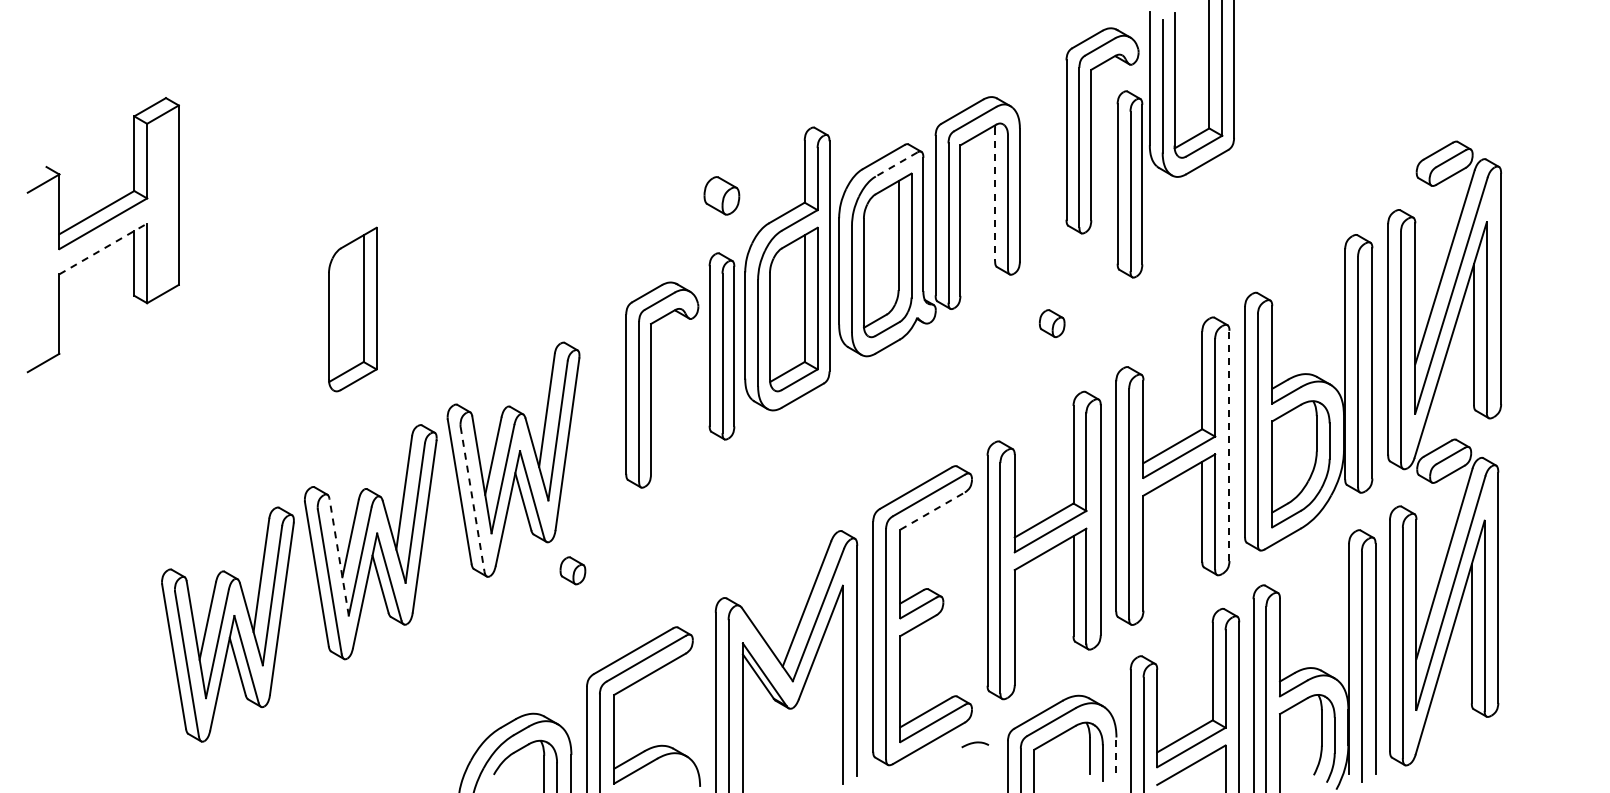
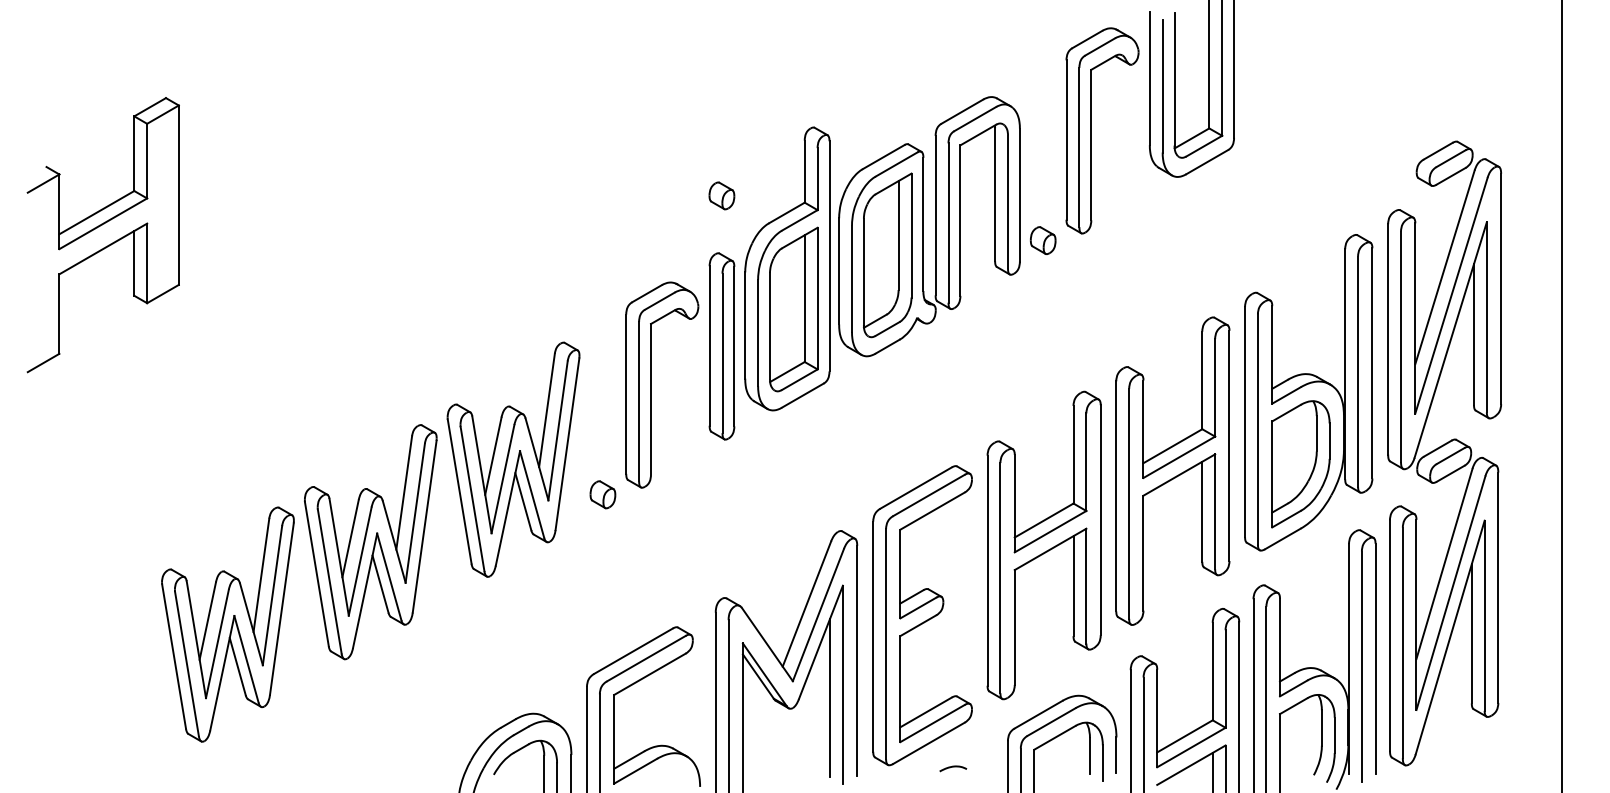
line at (896, 164): dashed -> solid
part at (1129, 184): present -> none
part at (721, 195) size: 38x40 px -> 28x30 px
line at (995, 195): dashed -> solid
line at (103, 248): dashed -> solid
part at (352, 309): present -> none
part at (1051, 323) position: (1051, 323) -> (1042, 240)
line at (1561, 395): none -> present
line at (1229, 445): dashed -> solid
line at (472, 499): dashed -> solid
line at (933, 510): dashed -> solid
line at (339, 556): dashed -> solid
part at (572, 570) position: (572, 570) -> (602, 494)
line at (830, 697): none -> present
curve at (975, 743) position: (975, 743) -> (953, 767)
line at (1116, 755): dashed -> solid
line at (1212, 770): none -> present
